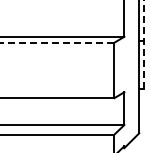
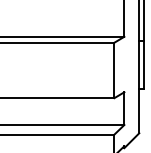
line at (57, 42): dashed -> solid
line at (144, 44): dashed -> solid
